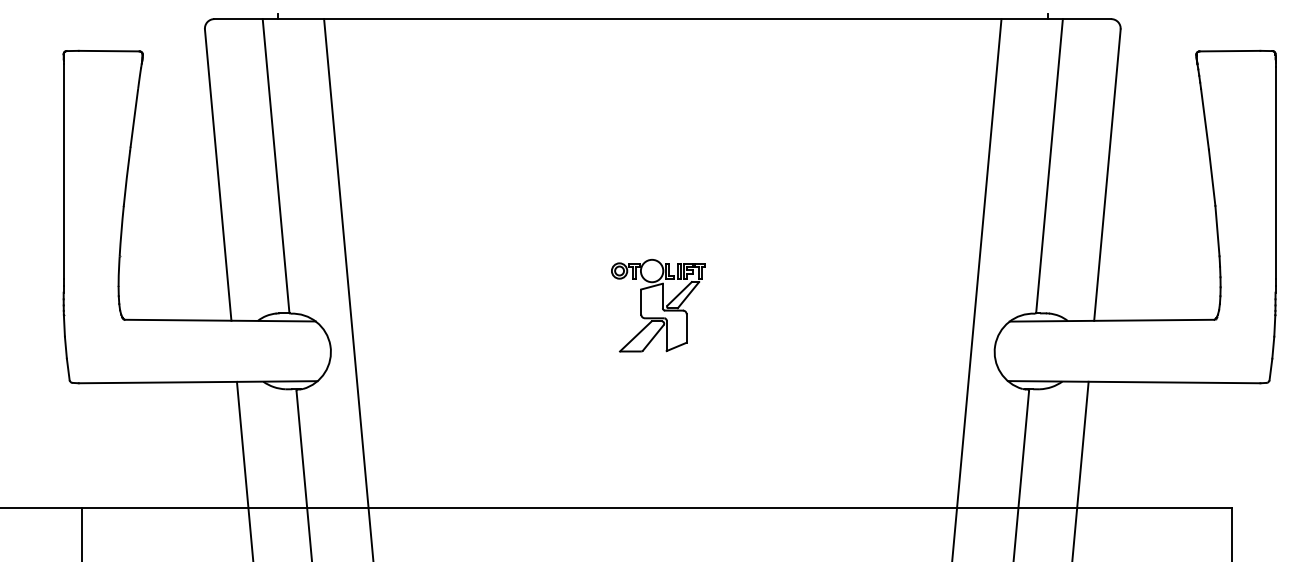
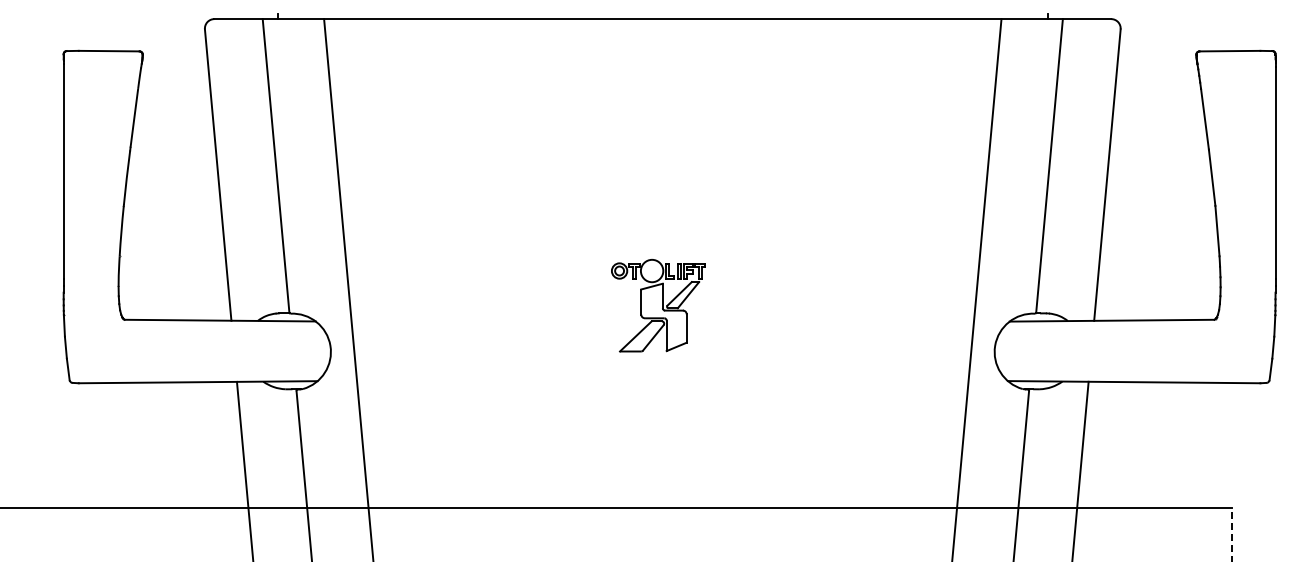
line at (81, 532): present -> none
line at (1232, 534): solid -> dashed
